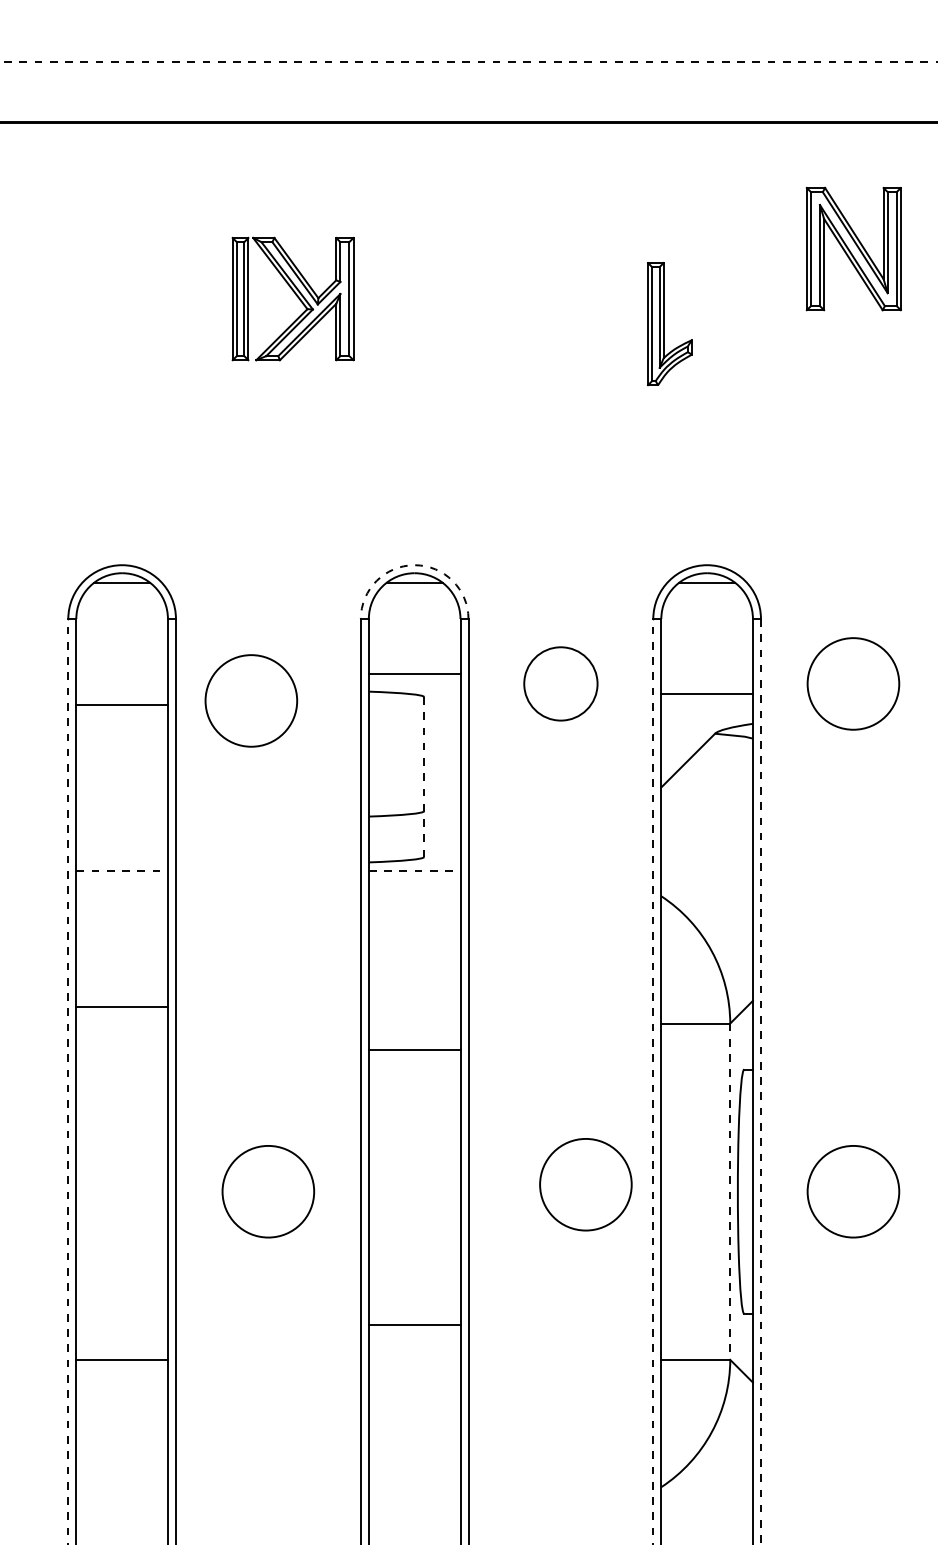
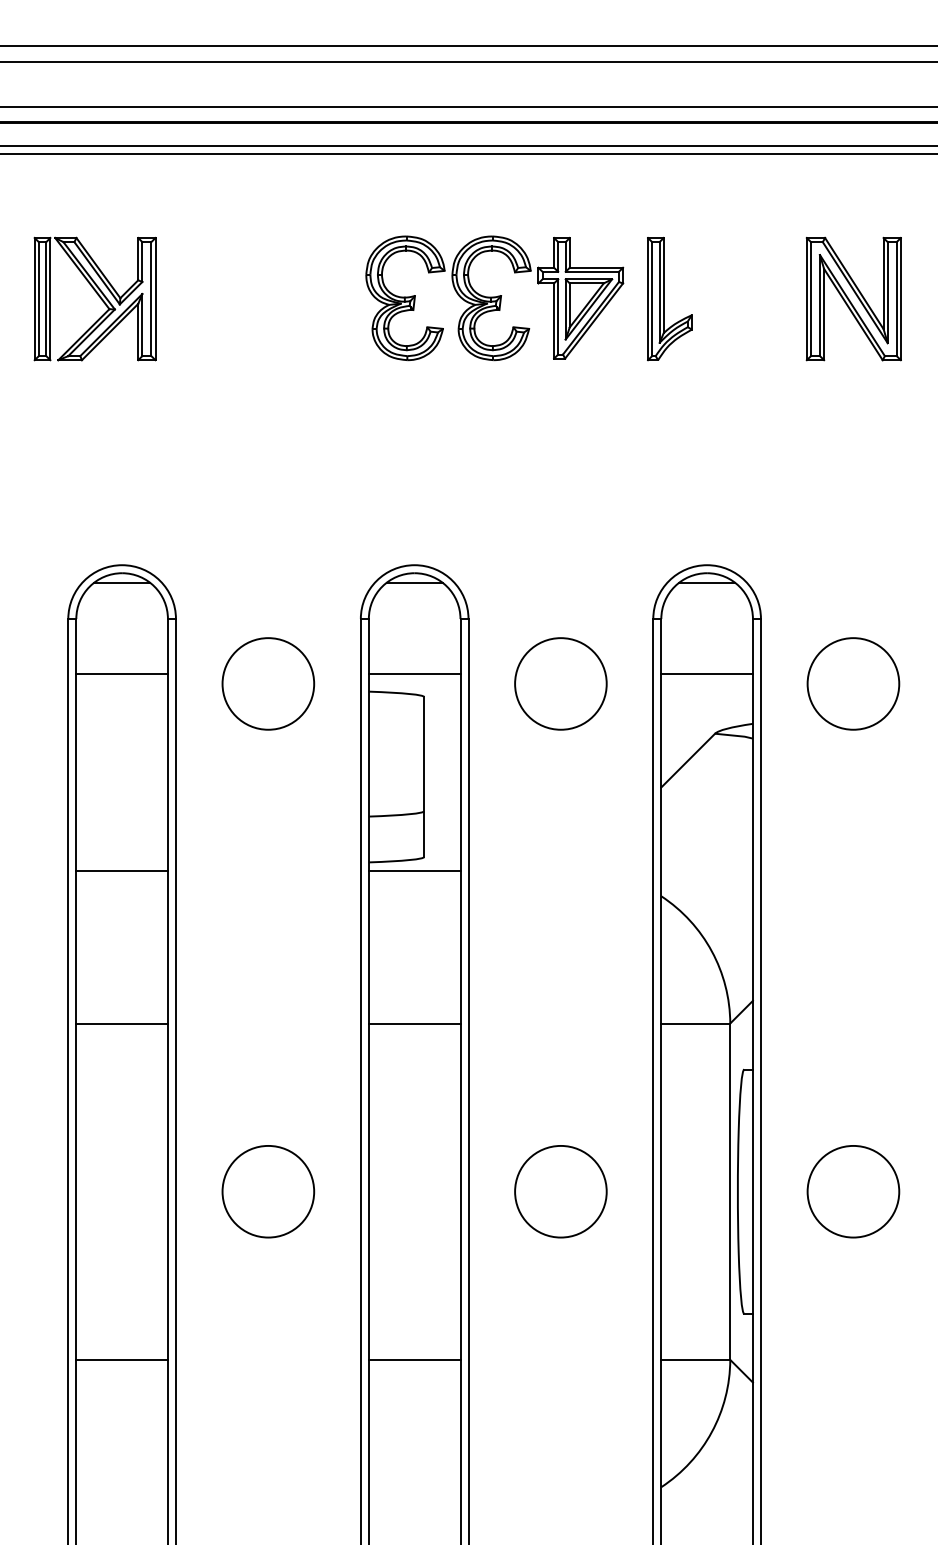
line at (468, 46): none -> present
line at (468, 61): dashed -> solid
line at (468, 106): none -> present
line at (468, 145): none -> present
line at (468, 153): none -> present
part at (853, 248) position: (853, 248) -> (853, 298)
part at (292, 298) position: (292, 298) -> (94, 298)
part at (494, 298): none -> present
part at (669, 323) position: (669, 323) -> (669, 298)
arc at (414, 565): dashed -> solid
circle at (560, 683) diameter: 73 px -> 92 px
line at (706, 694) position: (706, 694) -> (706, 674)
circle at (251, 700) position: (251, 700) -> (268, 683)
line at (121, 705) position: (121, 705) -> (121, 674)
line at (424, 777): dashed -> solid
line at (122, 871): dashed -> solid
line at (414, 871): dashed -> solid
line at (121, 1006) position: (121, 1006) -> (121, 1023)
line at (414, 1049) position: (414, 1049) -> (414, 1023)
line at (68, 1081): dashed -> solid
line at (653, 1081): dashed -> solid
line at (760, 1081): dashed -> solid
circle at (585, 1184) position: (585, 1184) -> (560, 1191)
line at (730, 1192): dashed -> solid
line at (414, 1324) position: (414, 1324) -> (414, 1359)
